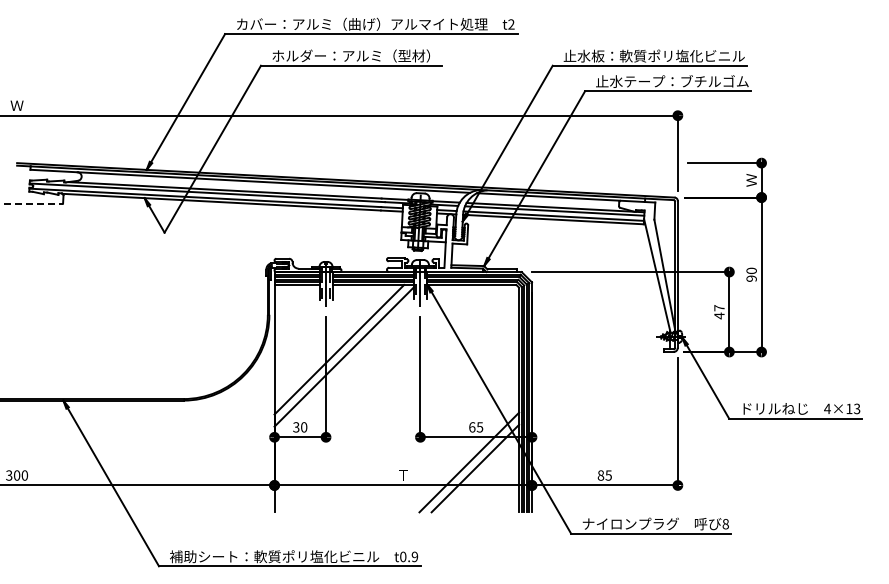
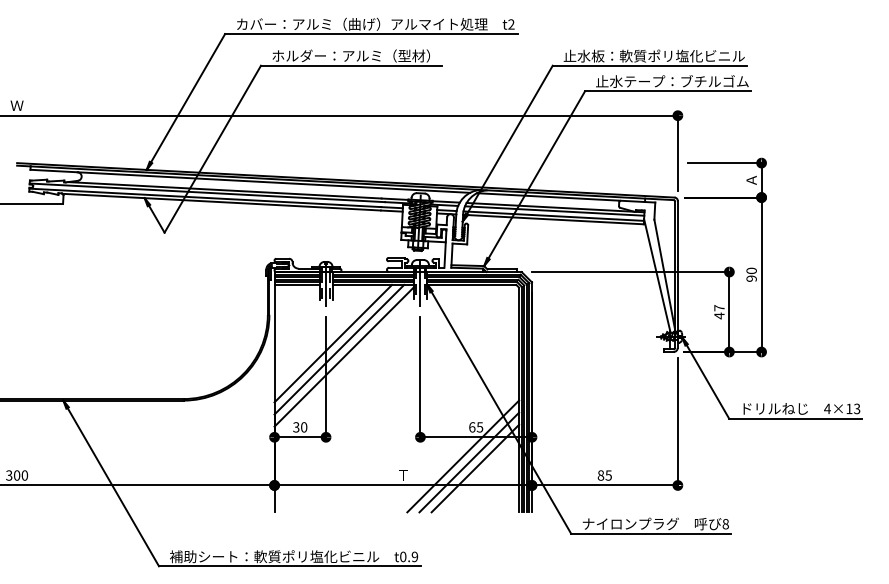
text at (751, 180): Ｗ -> Ａ
line at (32, 203): dashed -> solid
line at (333, 343): none -> present
line at (463, 456): none -> present
